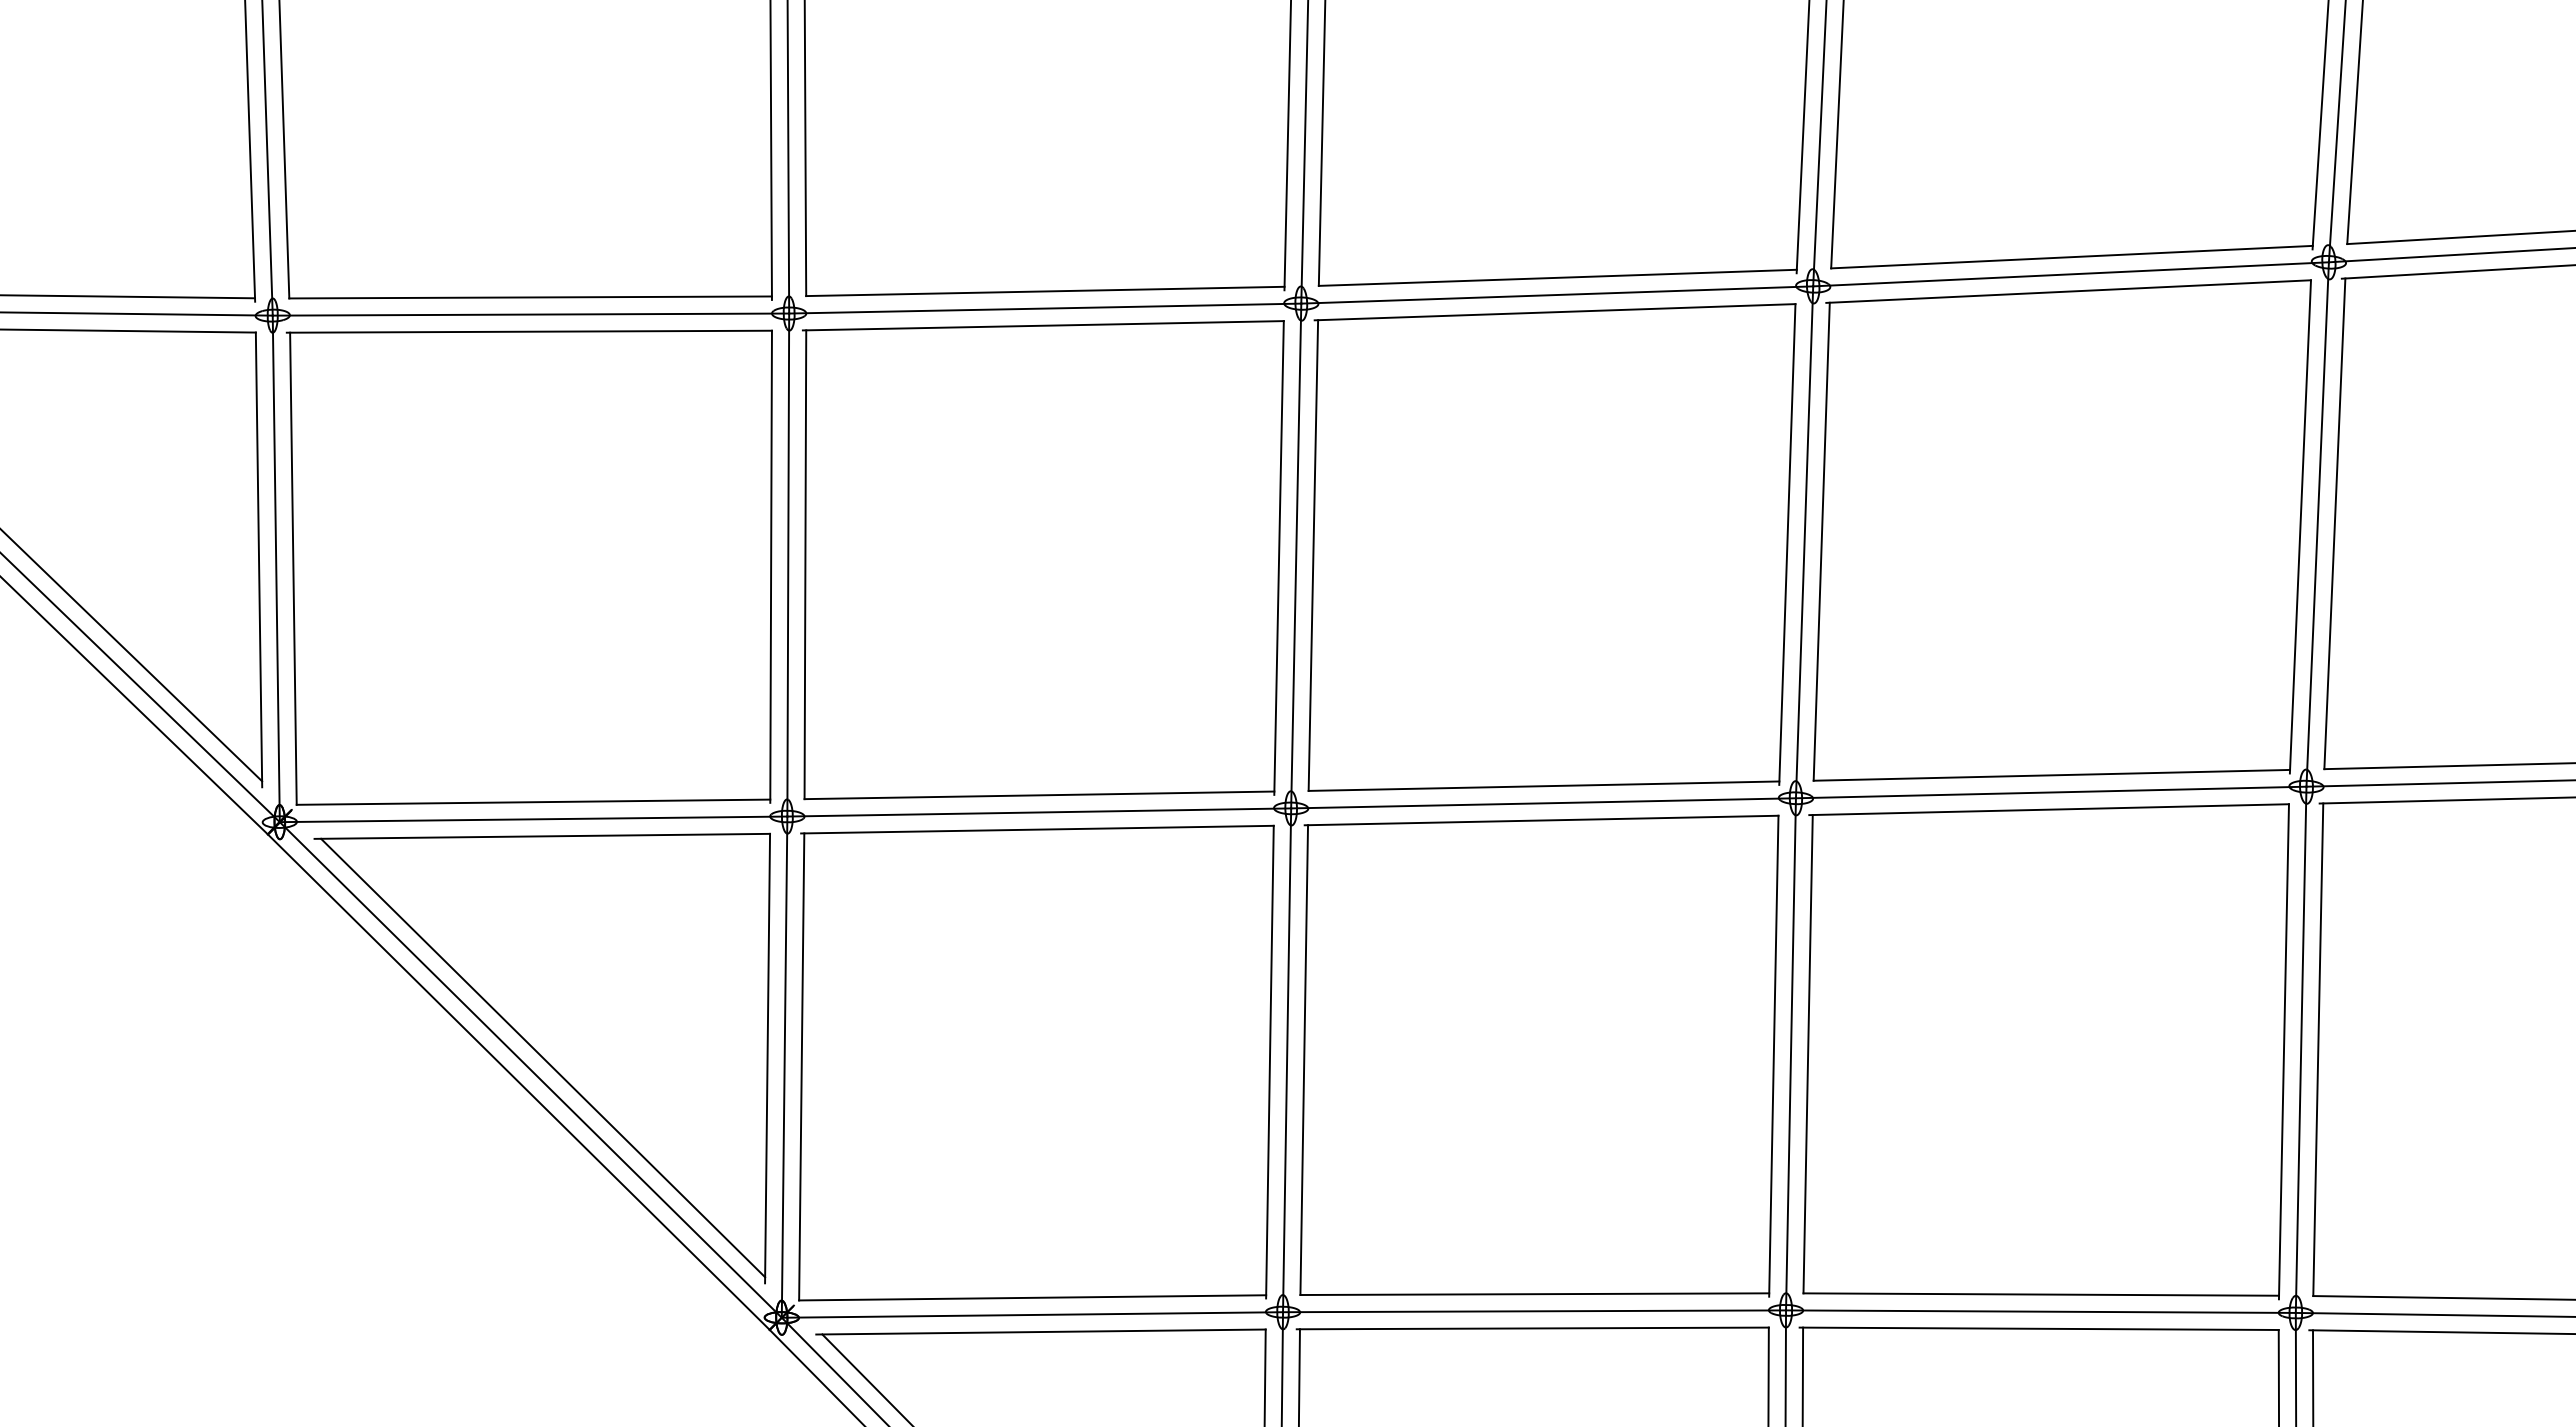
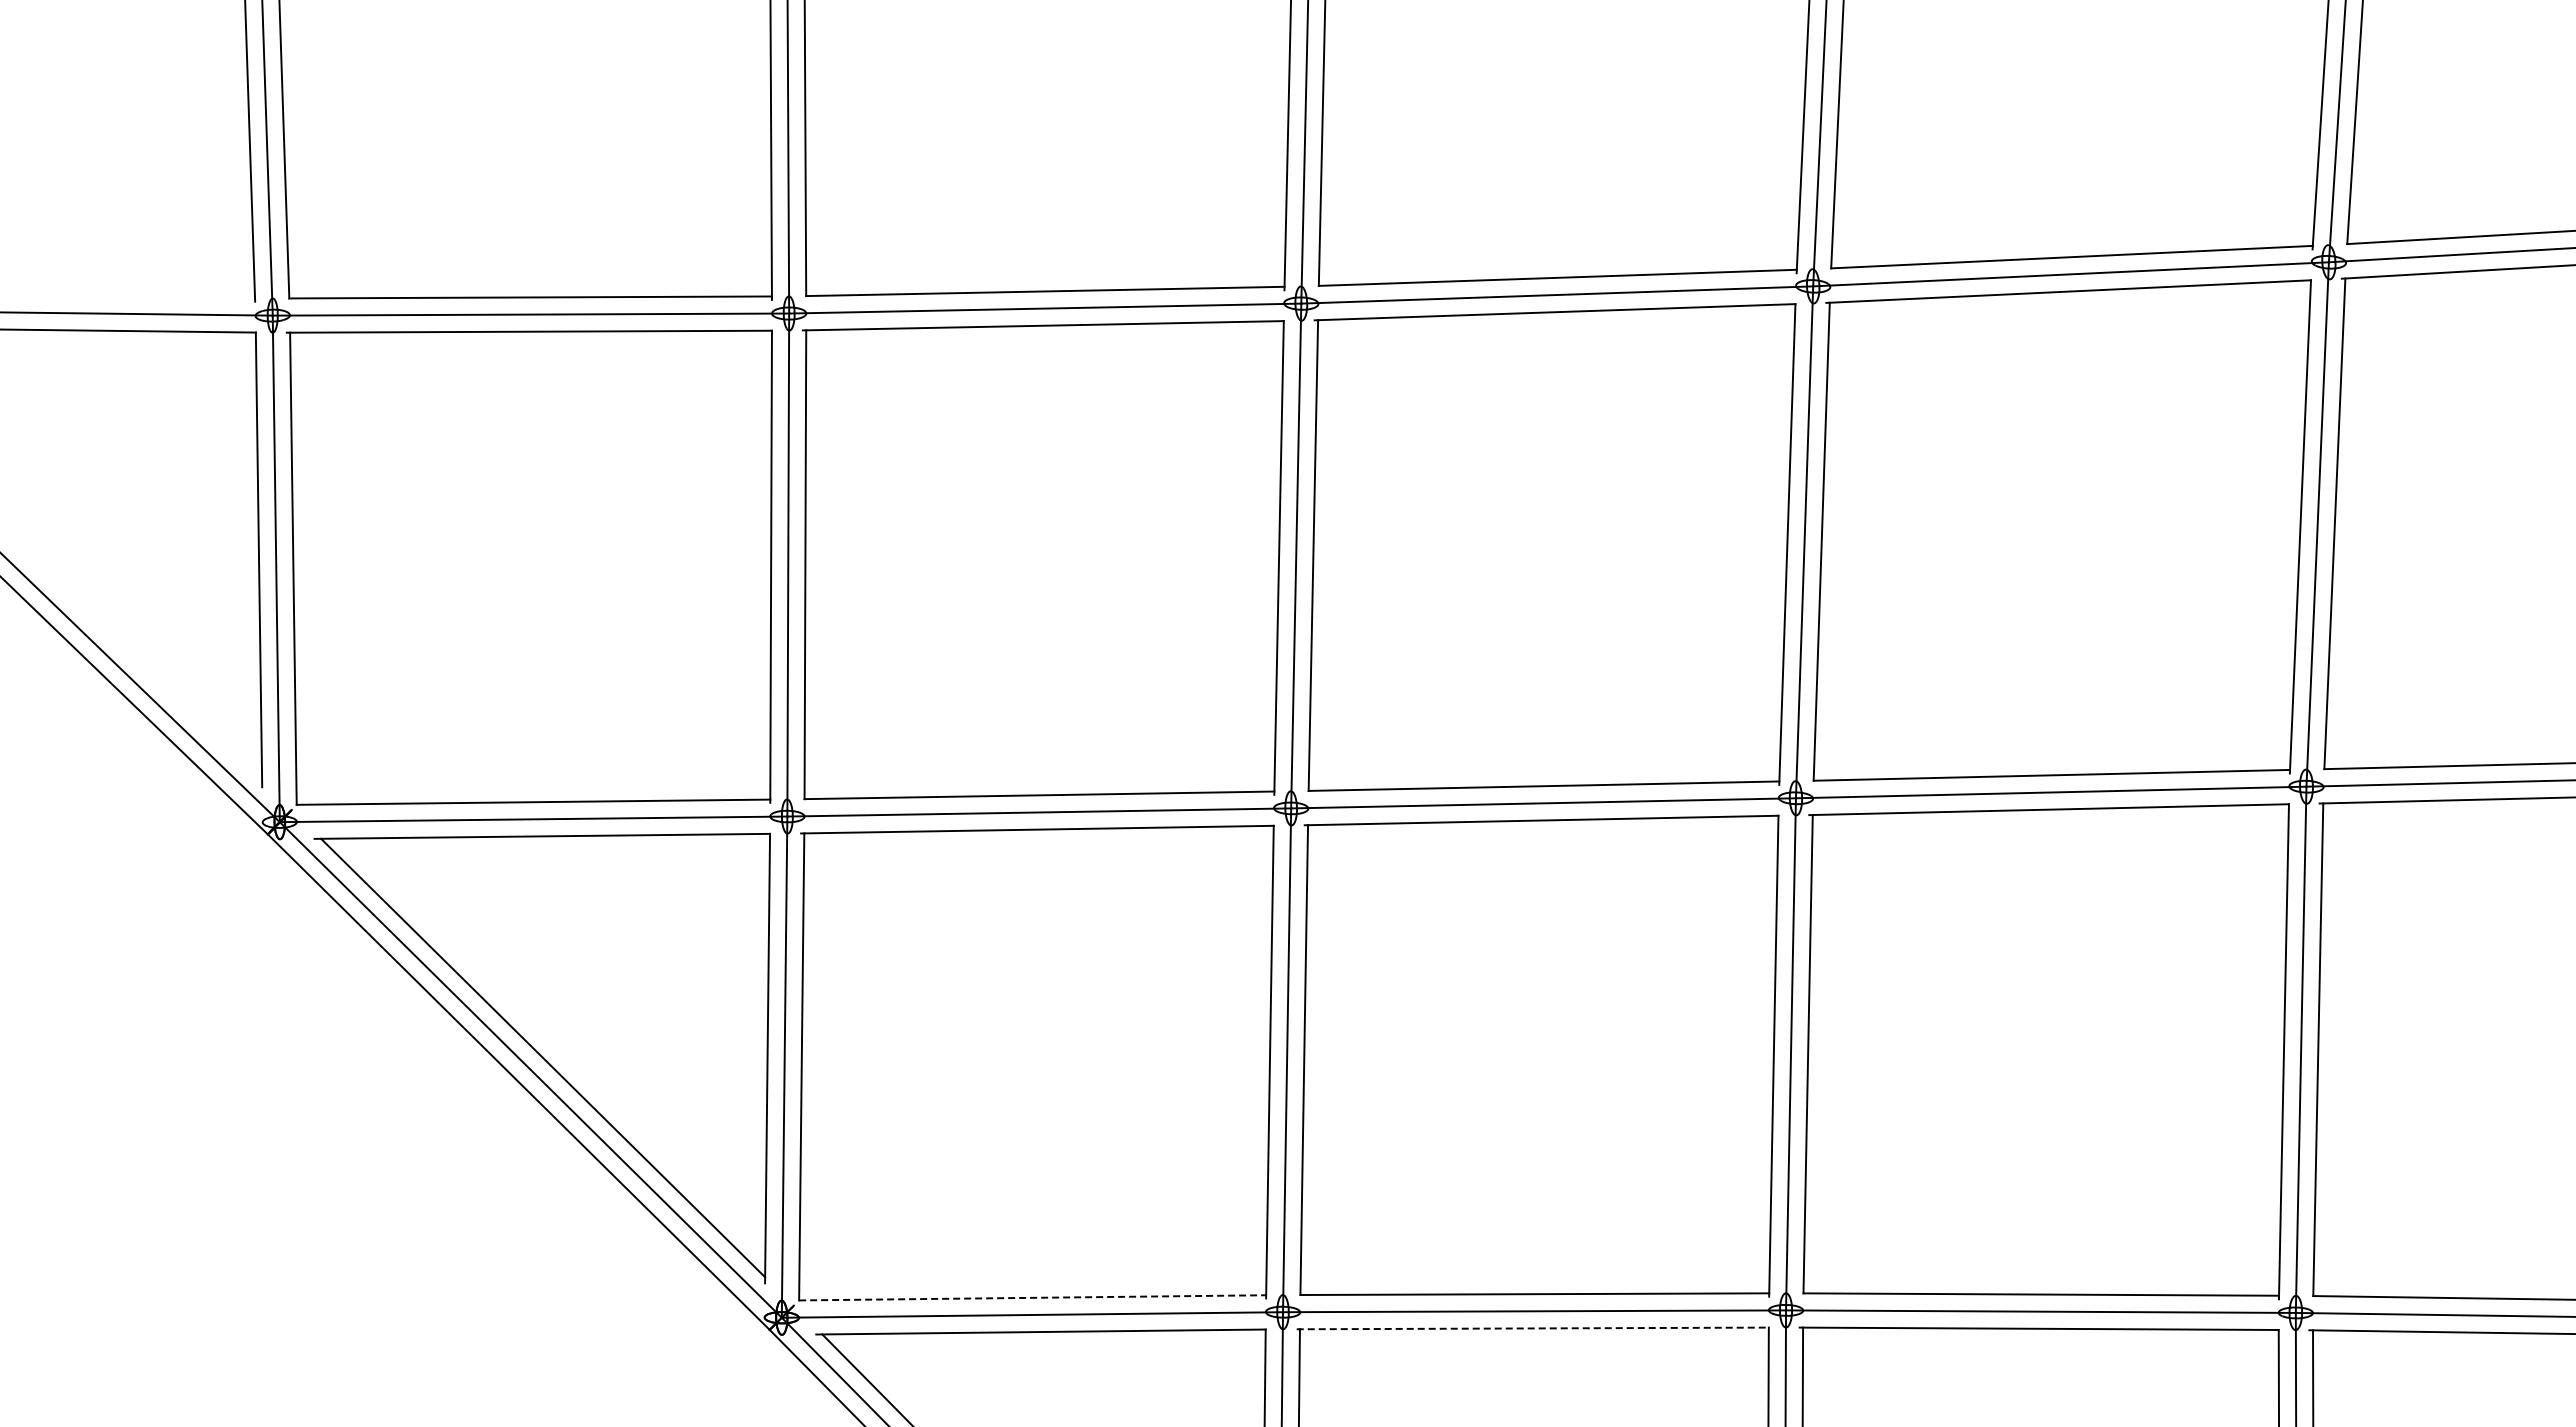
line at (128, 296): present -> none
line at (132, 655): present -> none
line at (1032, 1297): solid -> dashed
line at (1533, 1328): solid -> dashed
